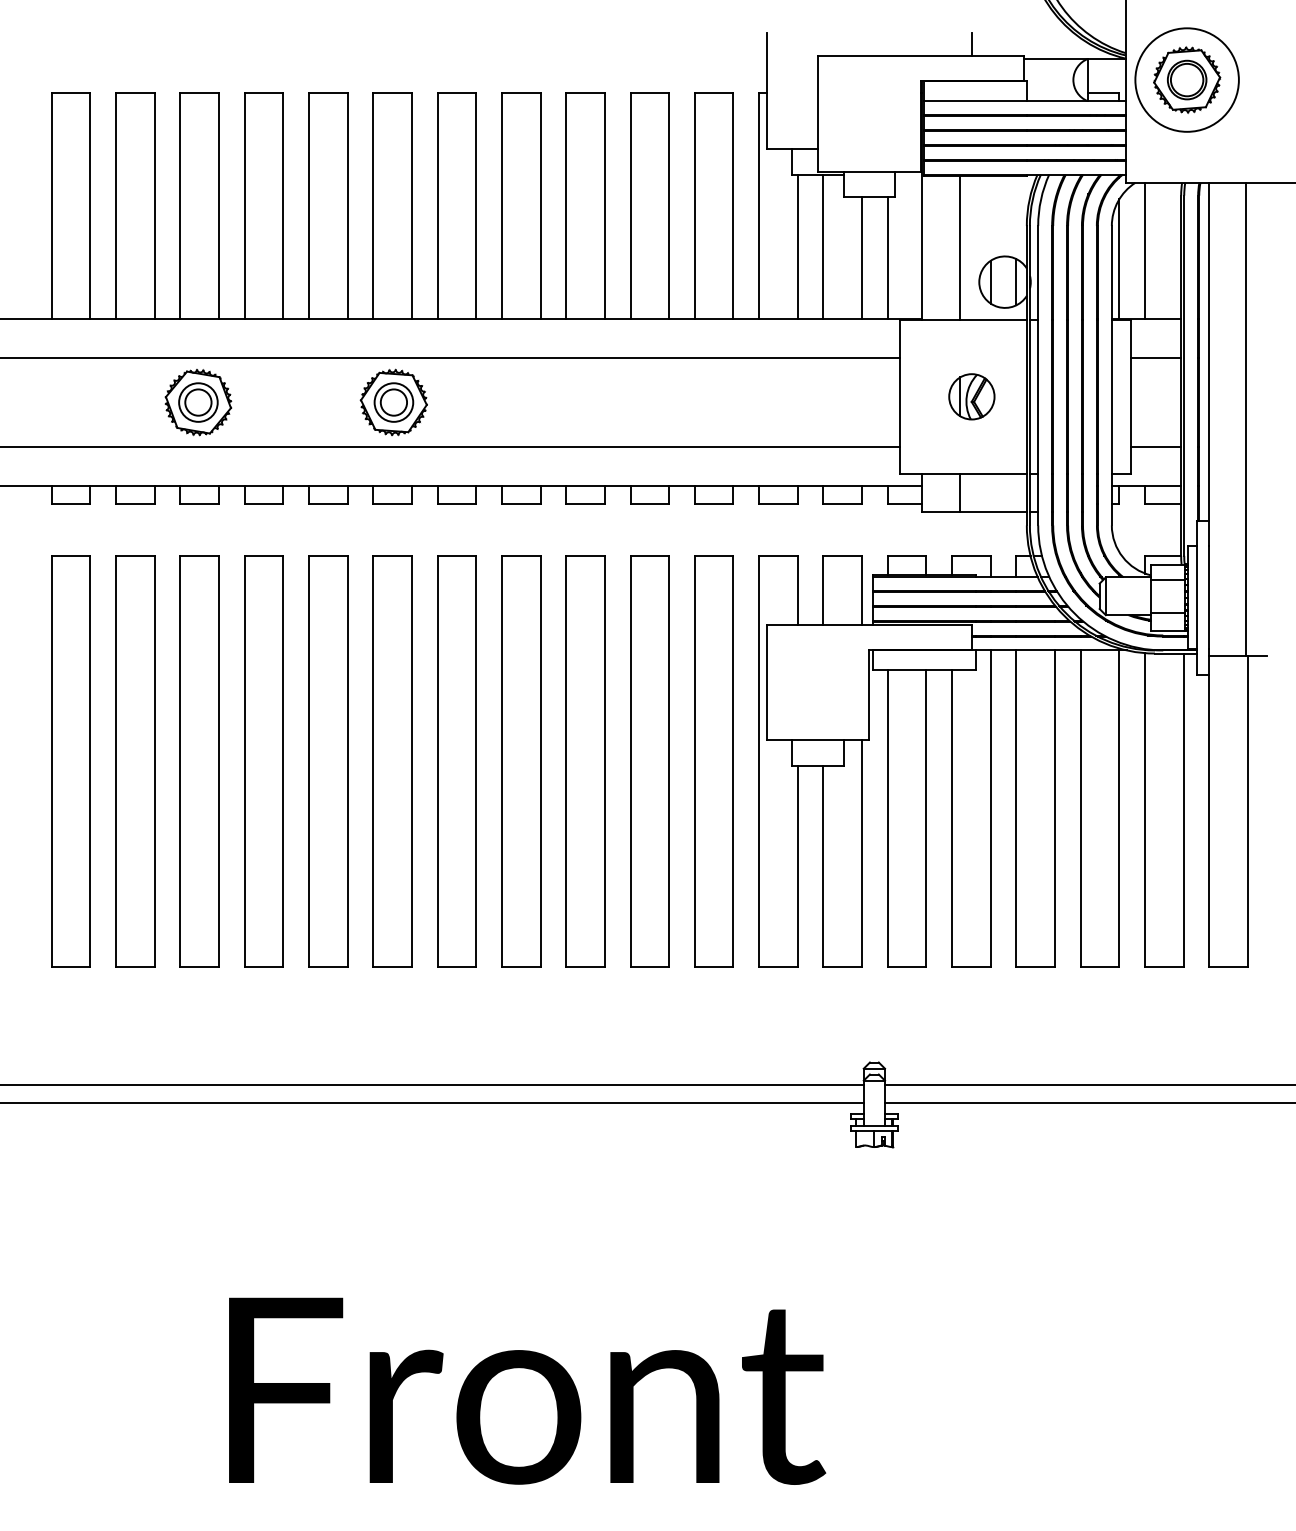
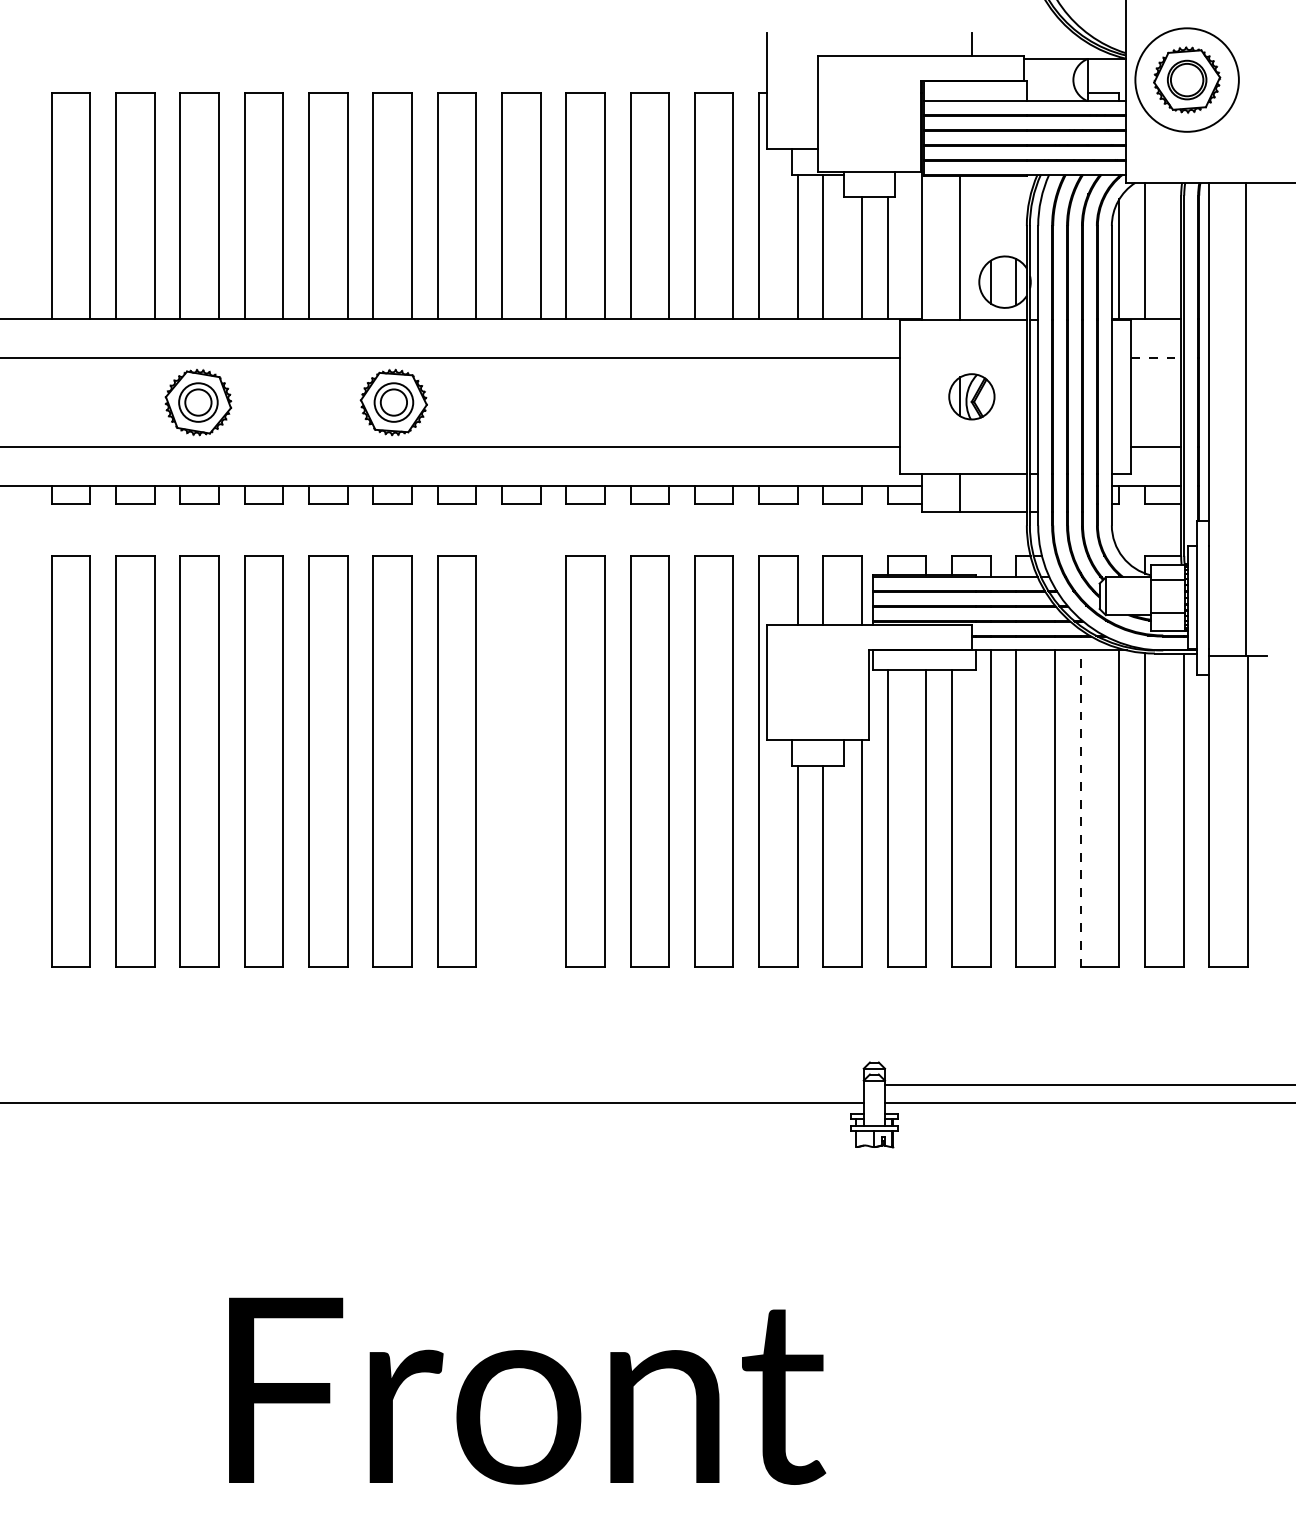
line at (1156, 357): solid -> dashed
part at (521, 761): present -> none
line at (1080, 808): solid -> dashed
line at (432, 1084): present -> none
